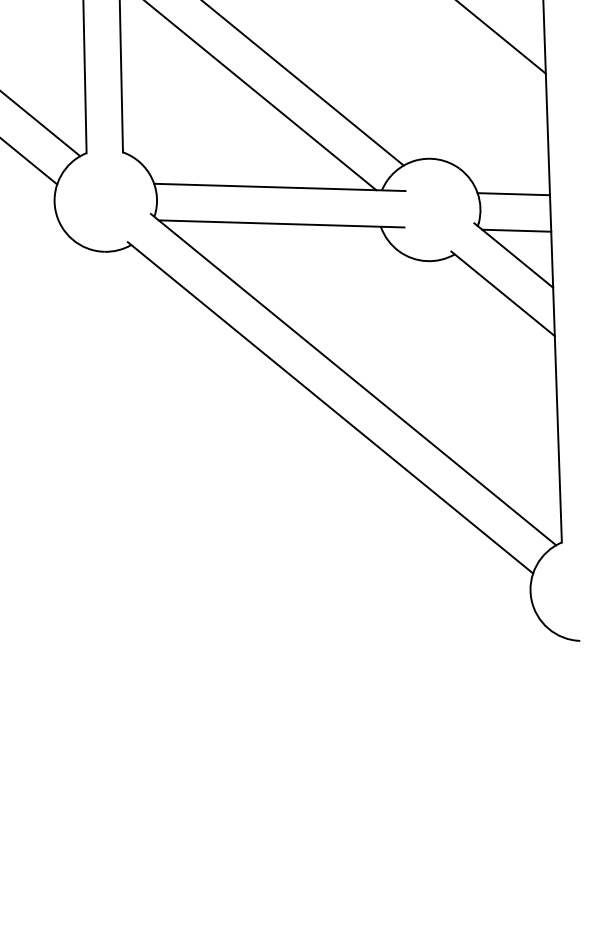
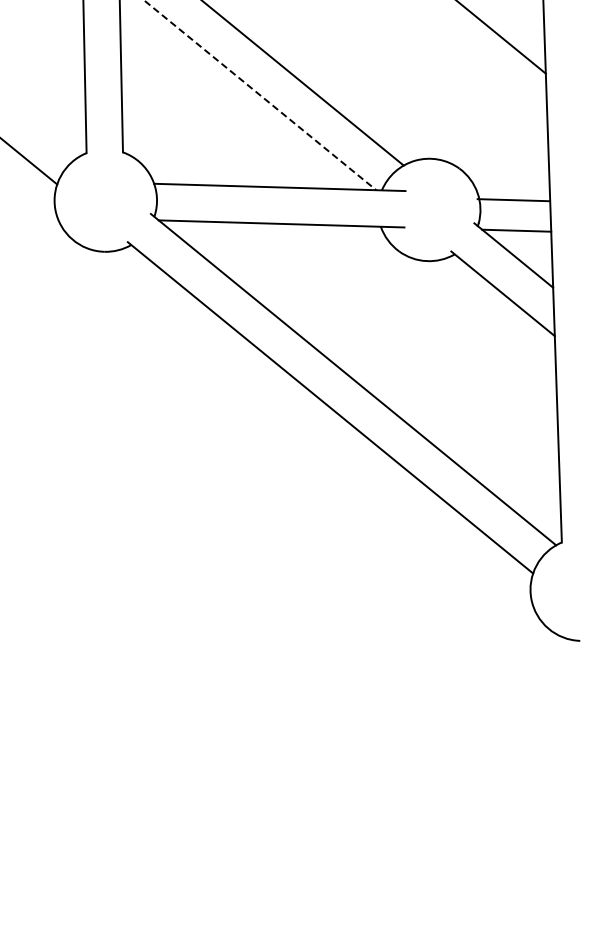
line at (260, 95): solid -> dashed
line at (41, 124): present -> none
line at (513, 194) position: (513, 194) -> (513, 200)
